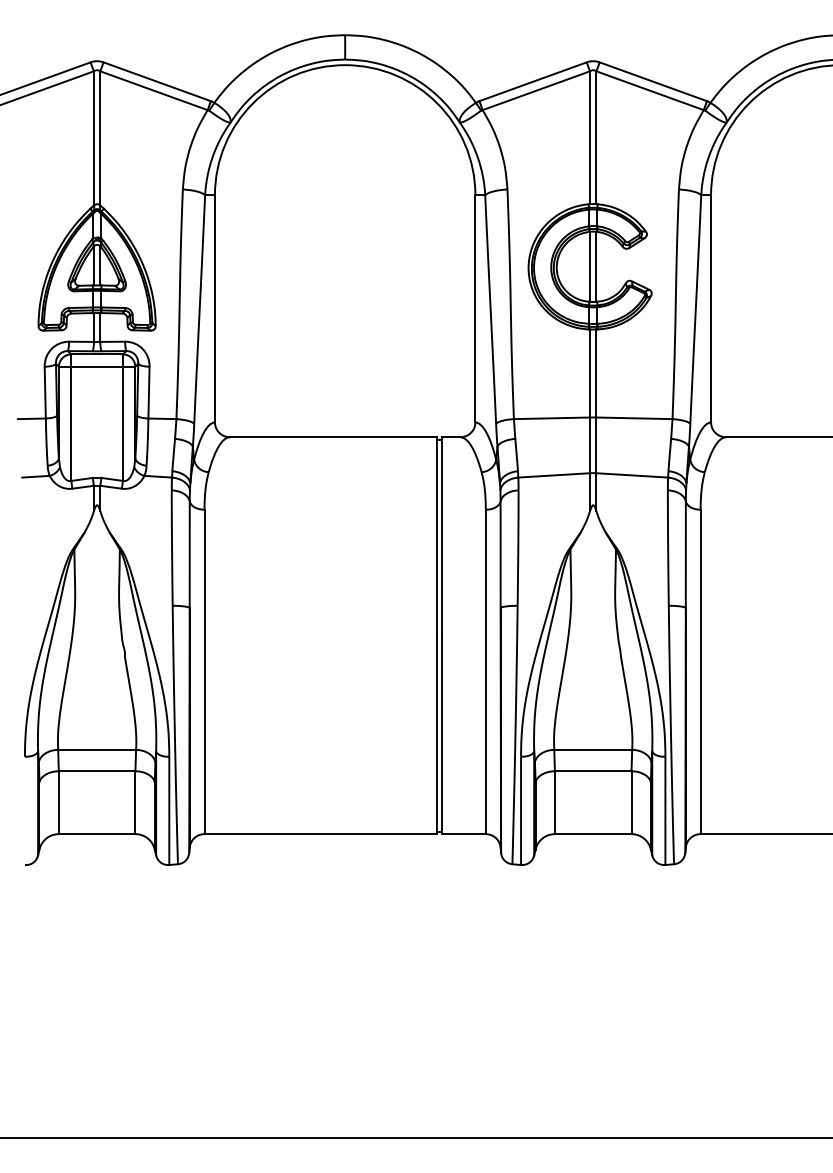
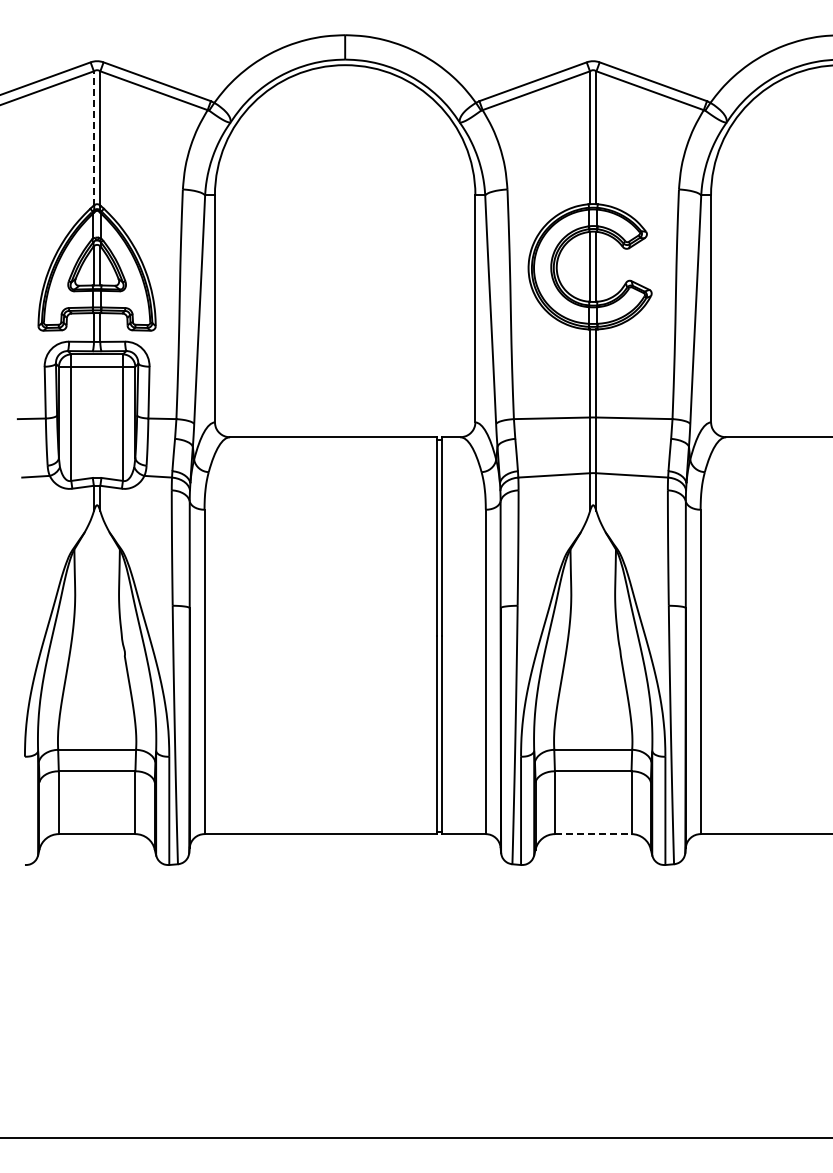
line at (93, 137): solid -> dashed
line at (593, 834): solid -> dashed
